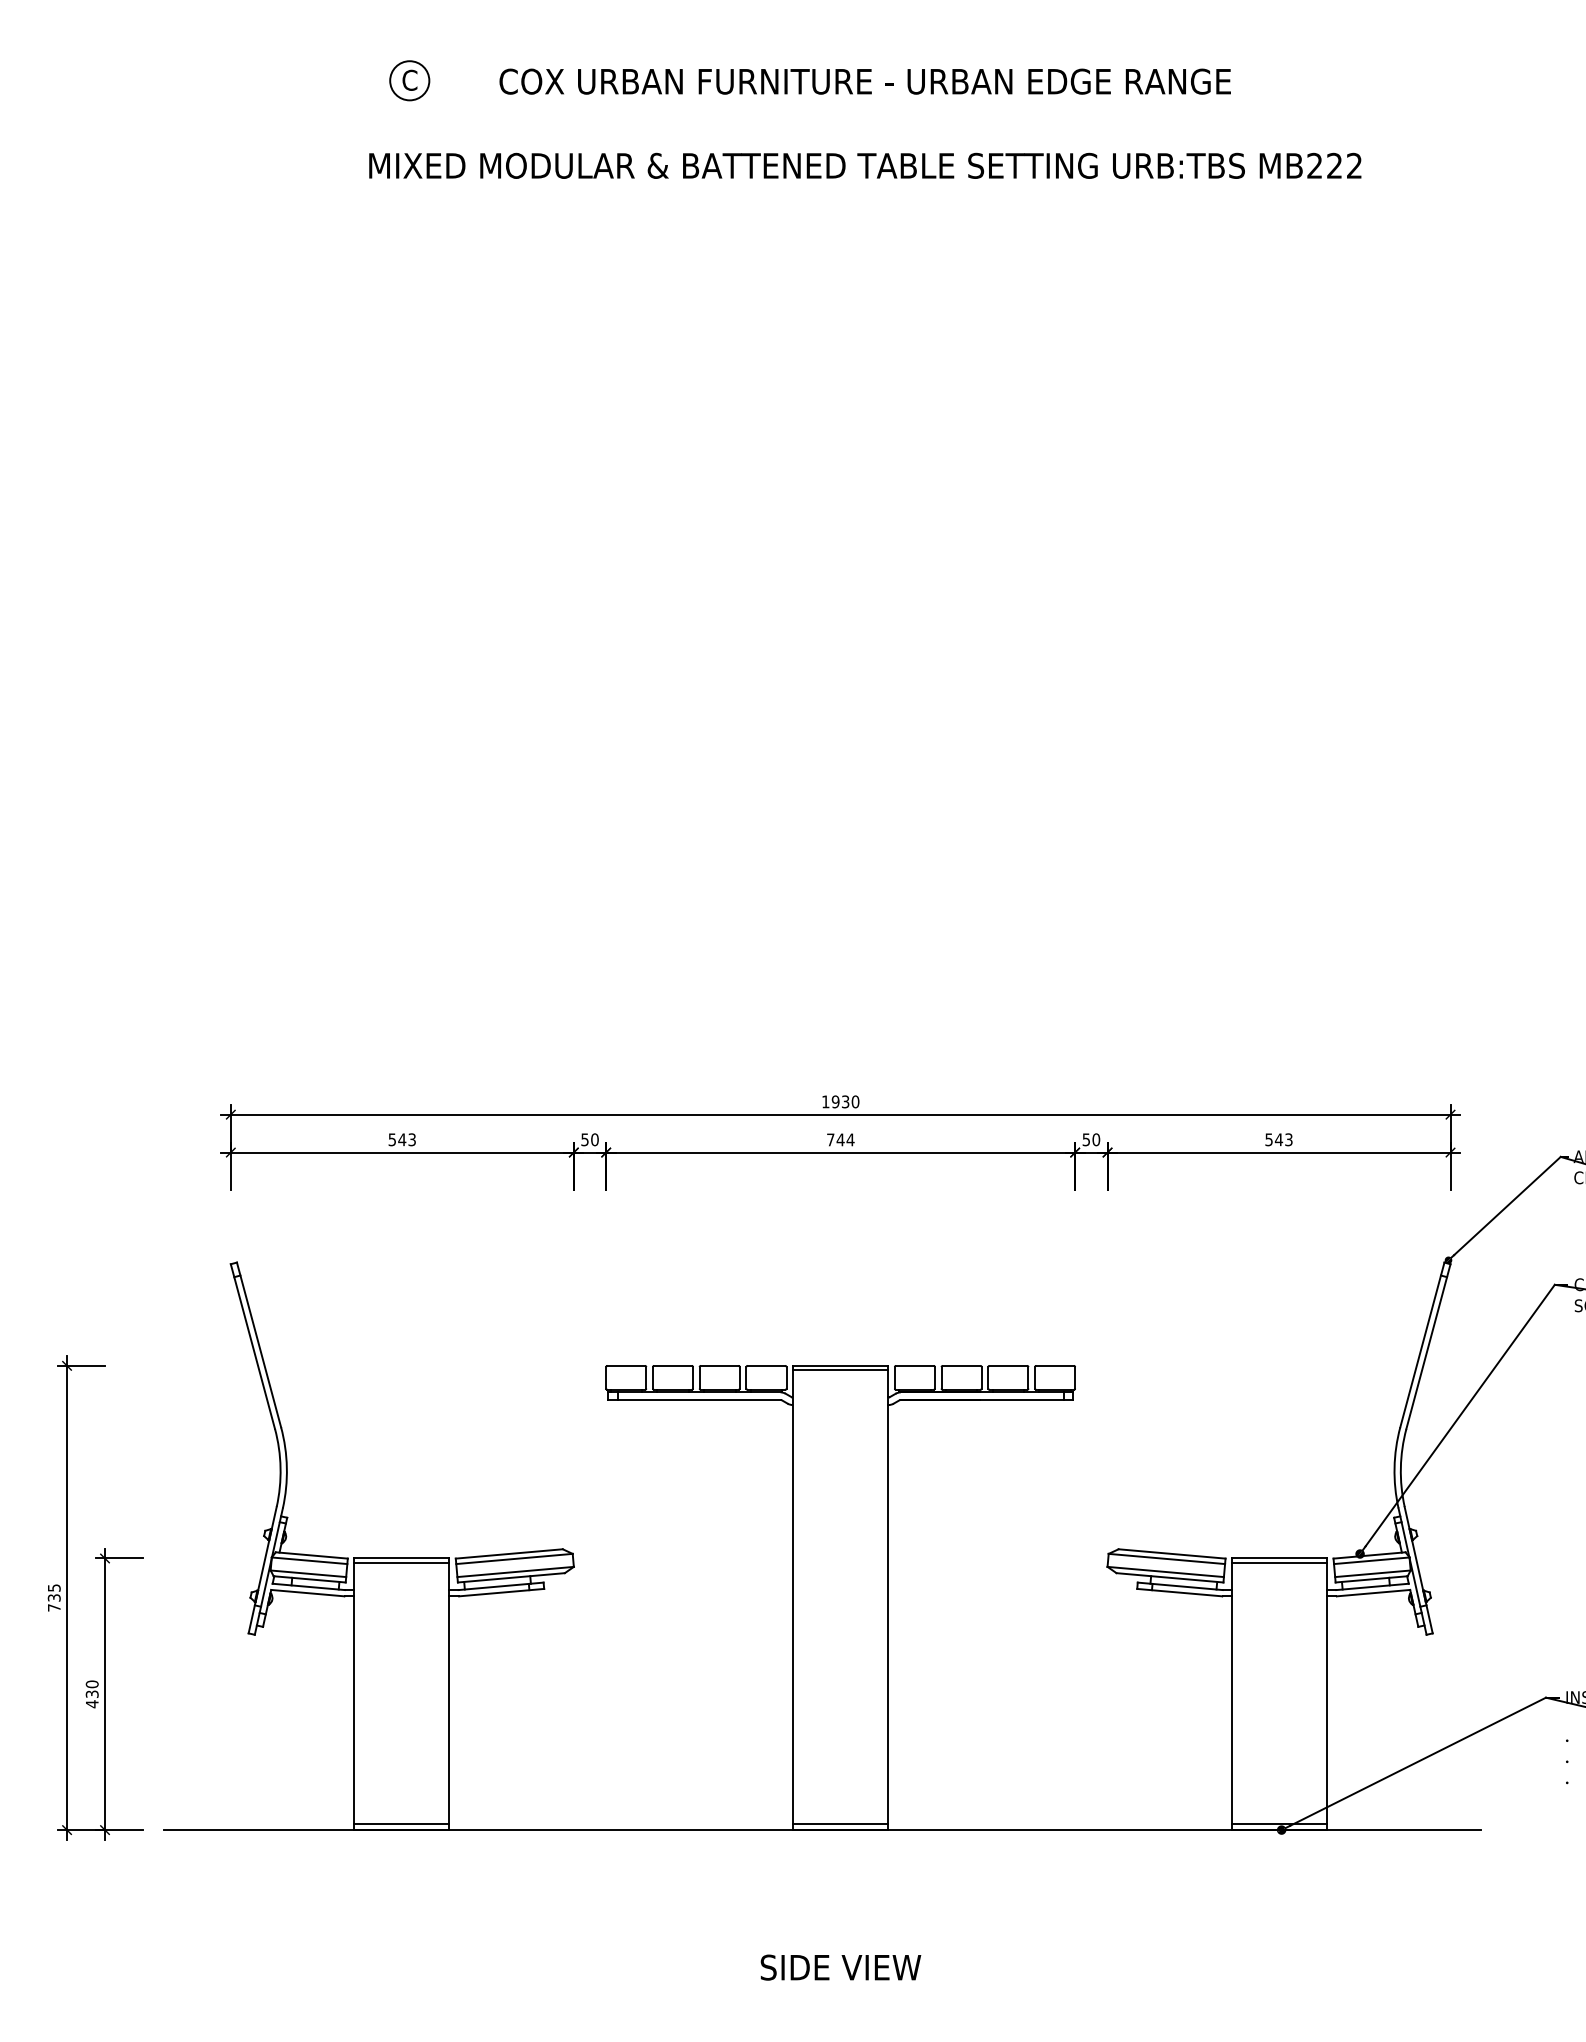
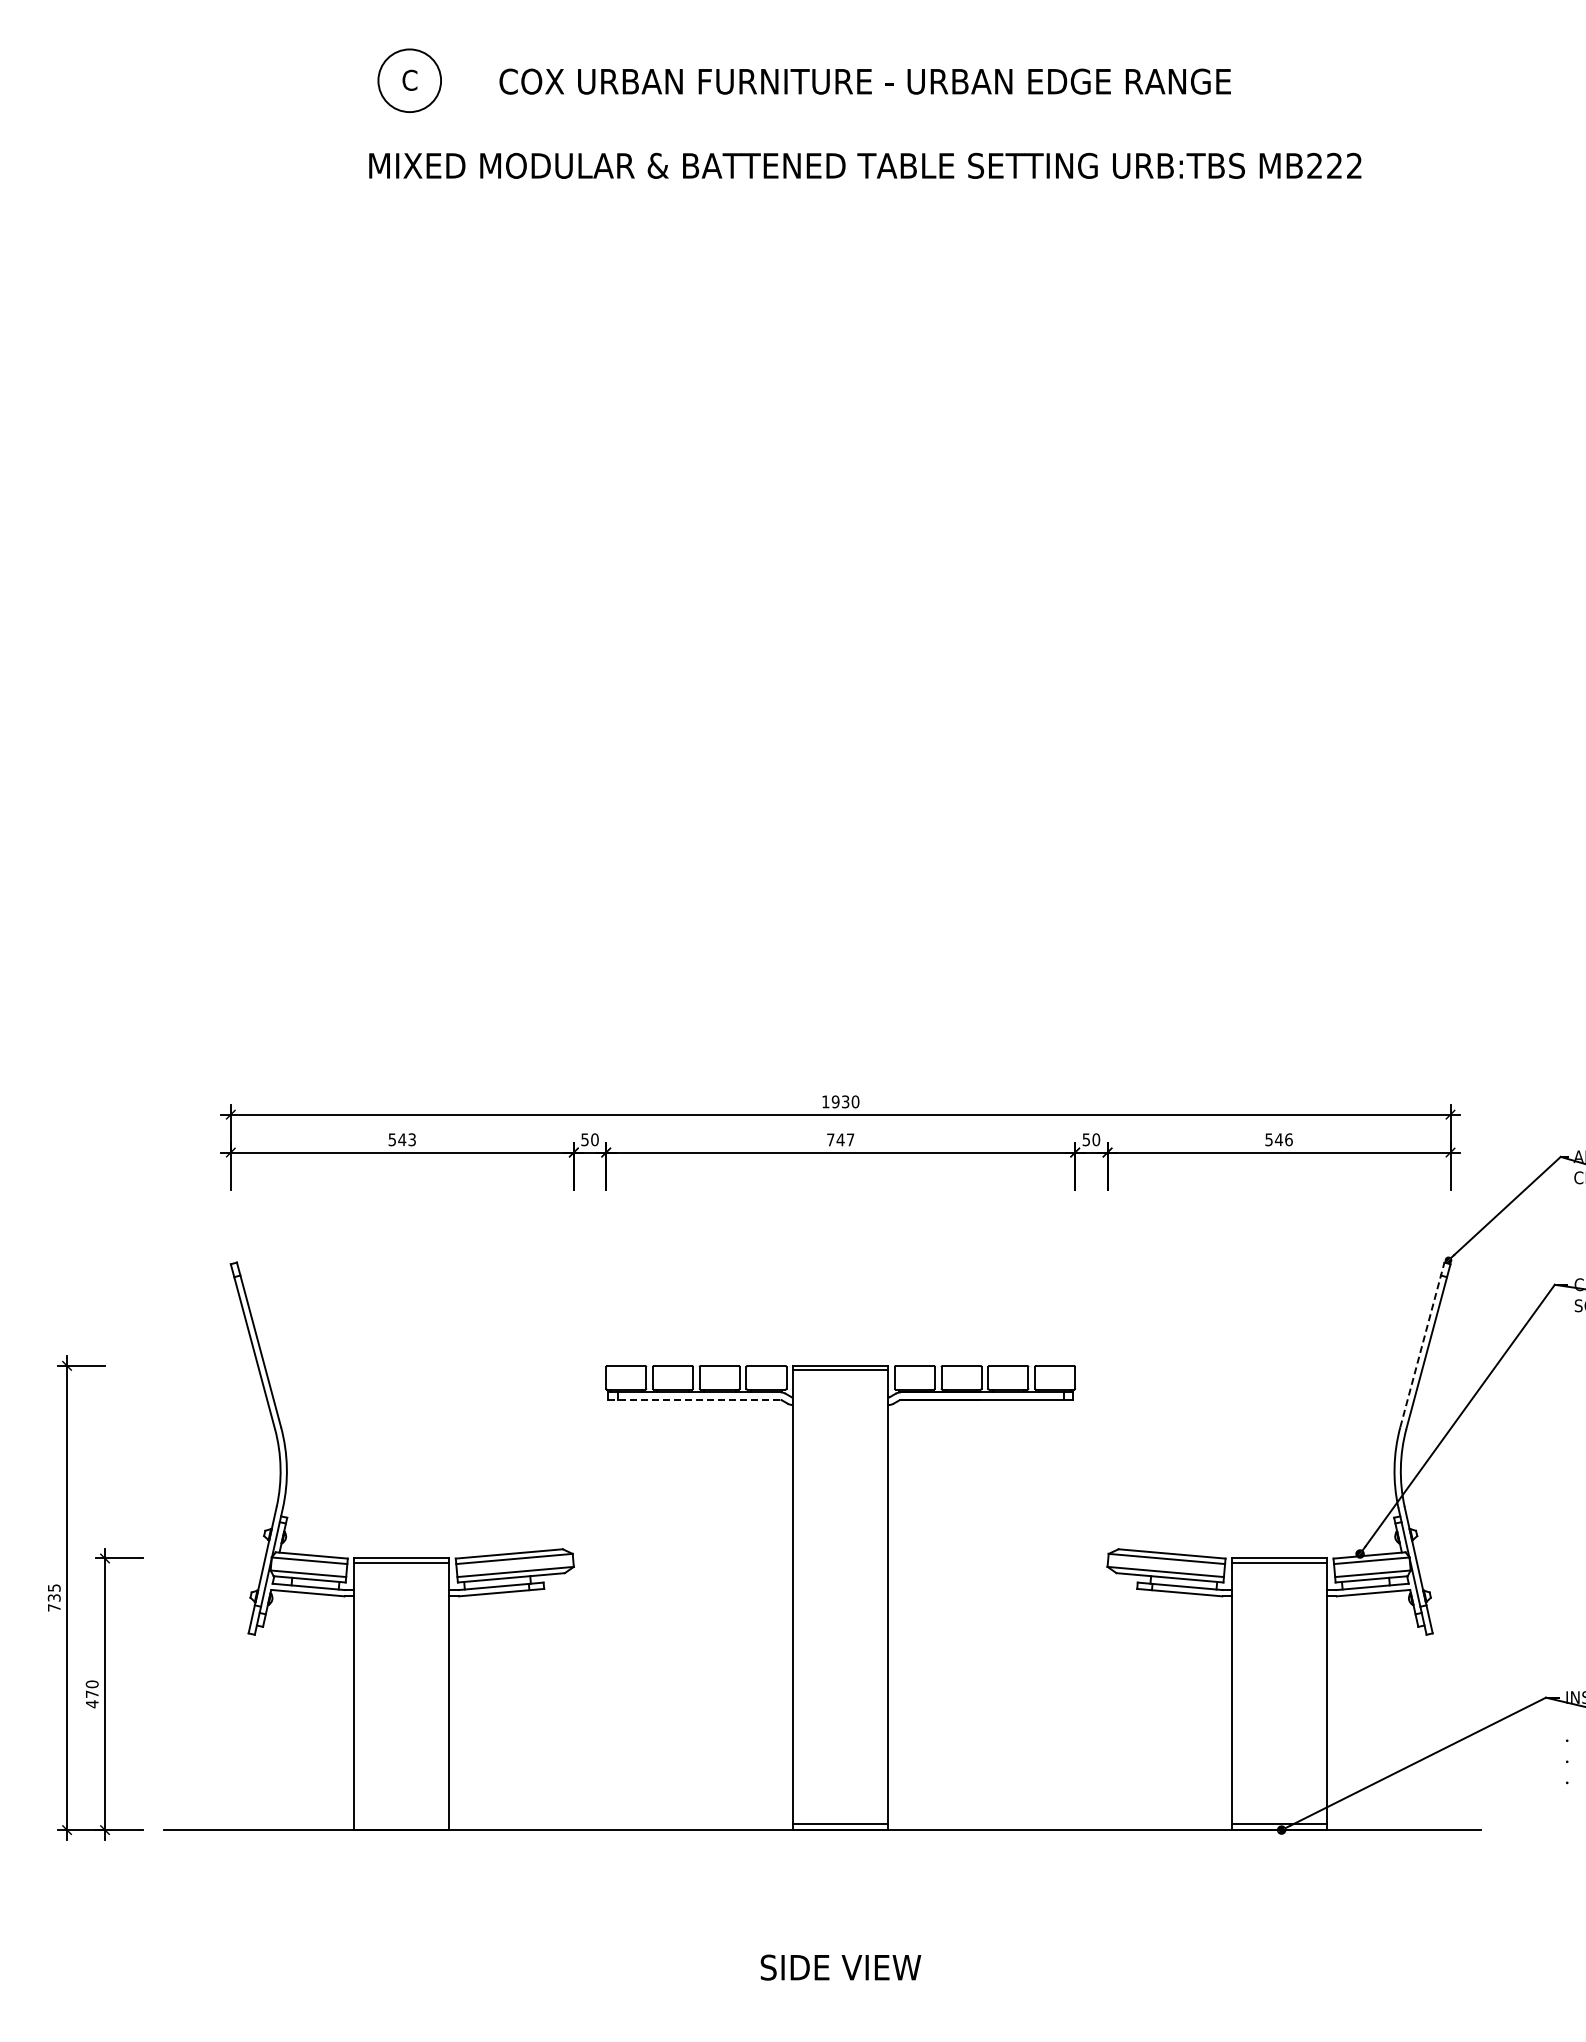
circle at (409, 80) diameter: 39 px -> 63 px
text at (850, 1139): 744 -> 747
text at (1288, 1139): 543 -> 546
line at (1422, 1344): solid -> dashed
line at (694, 1399): solid -> dashed
text at (91, 1693): 430 -> 470
line at (401, 1823): present -> none
